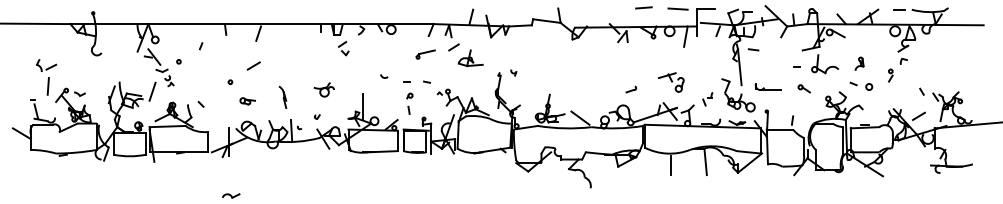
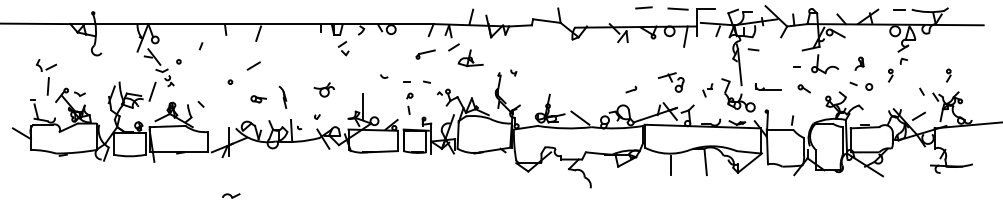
part at (948, 75): none -> present
part at (707, 99) position: (707, 99) -> (707, 90)
part at (247, 101) position: (247, 101) -> (258, 99)
